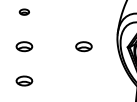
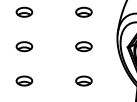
part at (23, 11) size: 12x8 px -> 19x12 px
part at (83, 11): none -> present
part at (83, 80): none -> present
